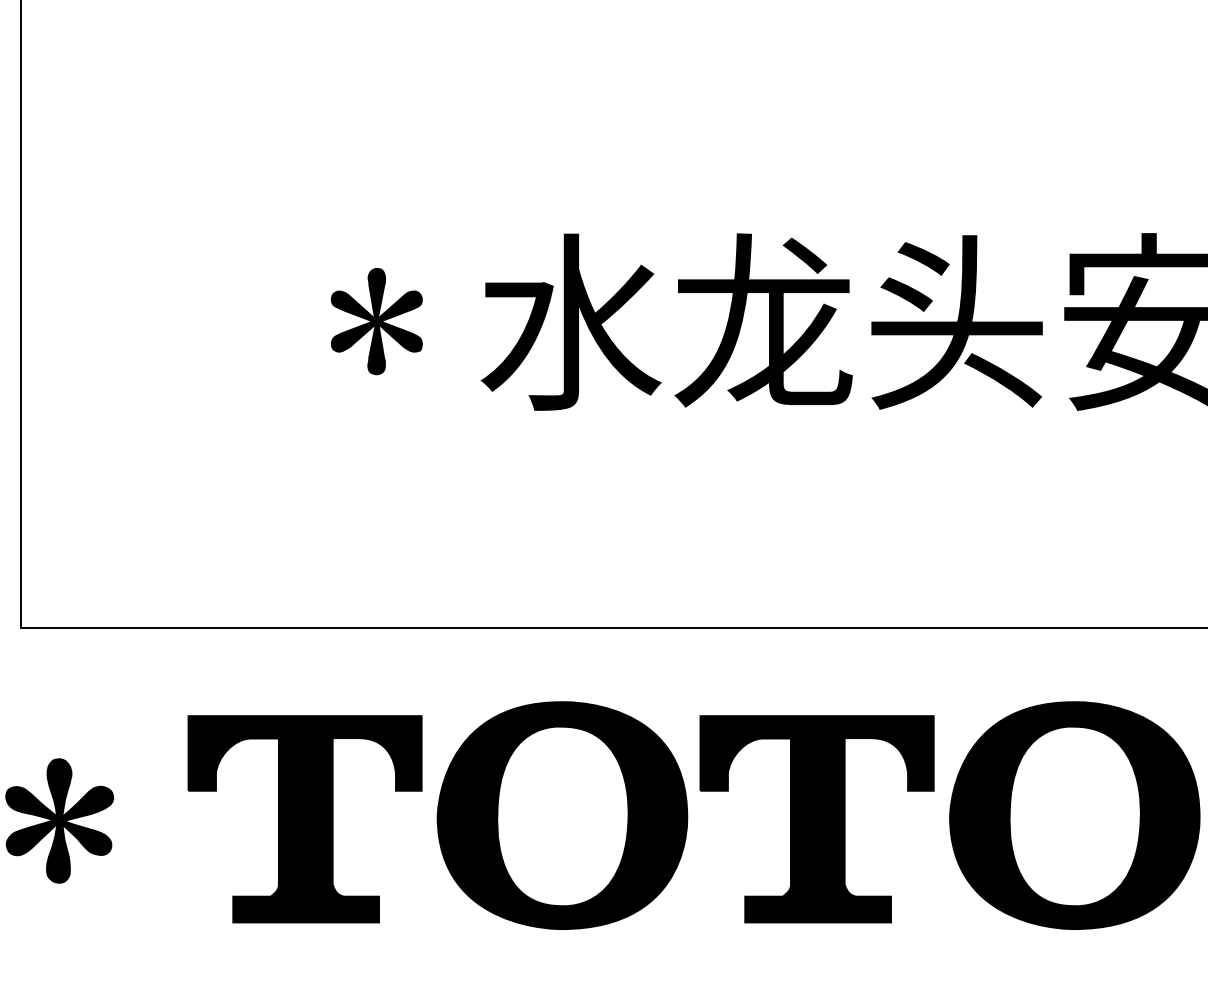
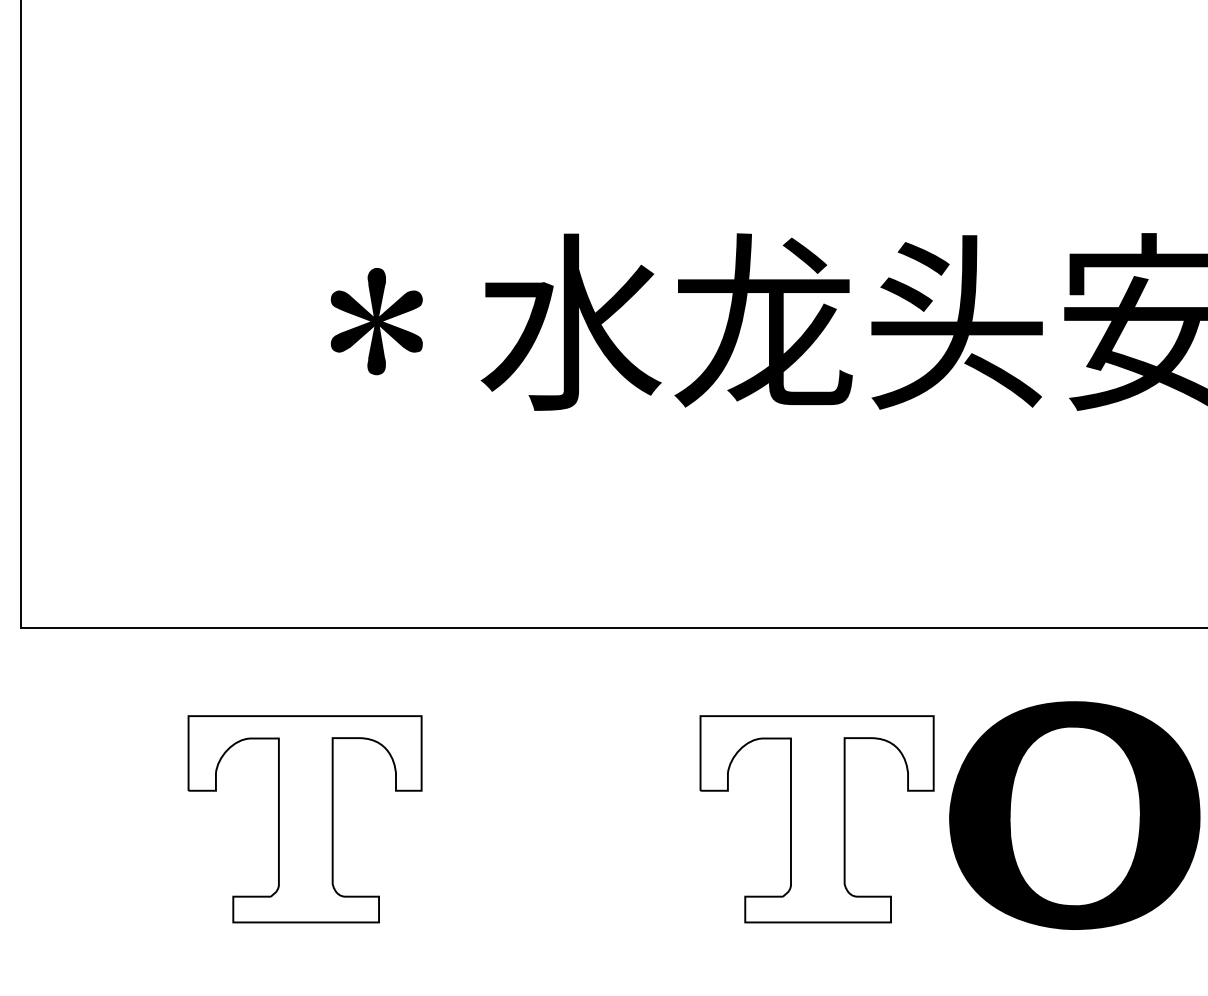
part at (562, 815): present -> none
fill at (304, 819): present -> none
fill at (816, 819): present -> none
part at (59, 820): present -> none
